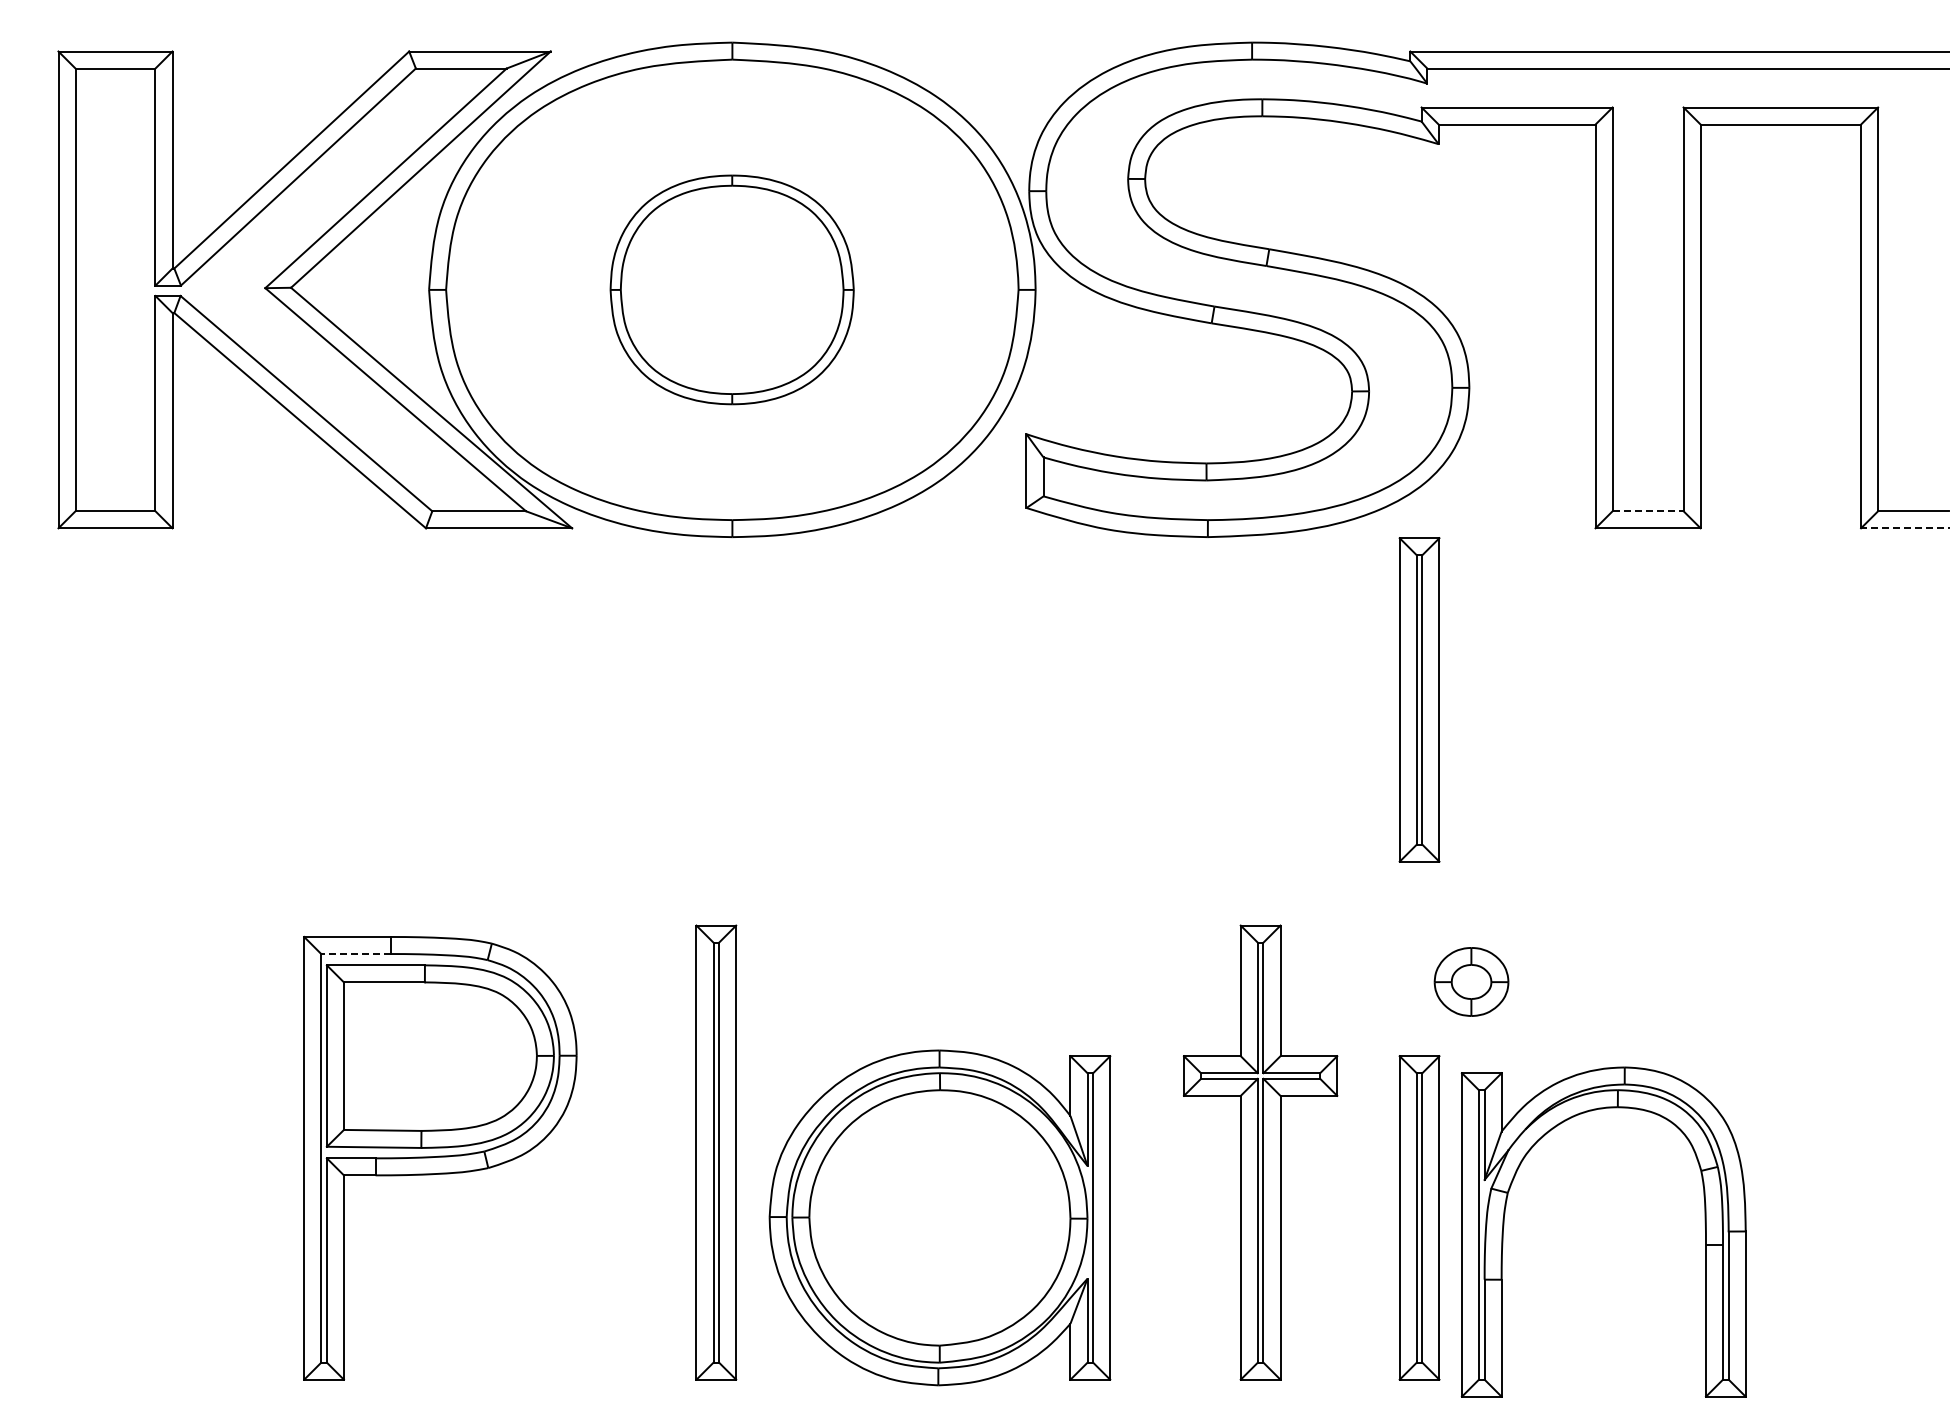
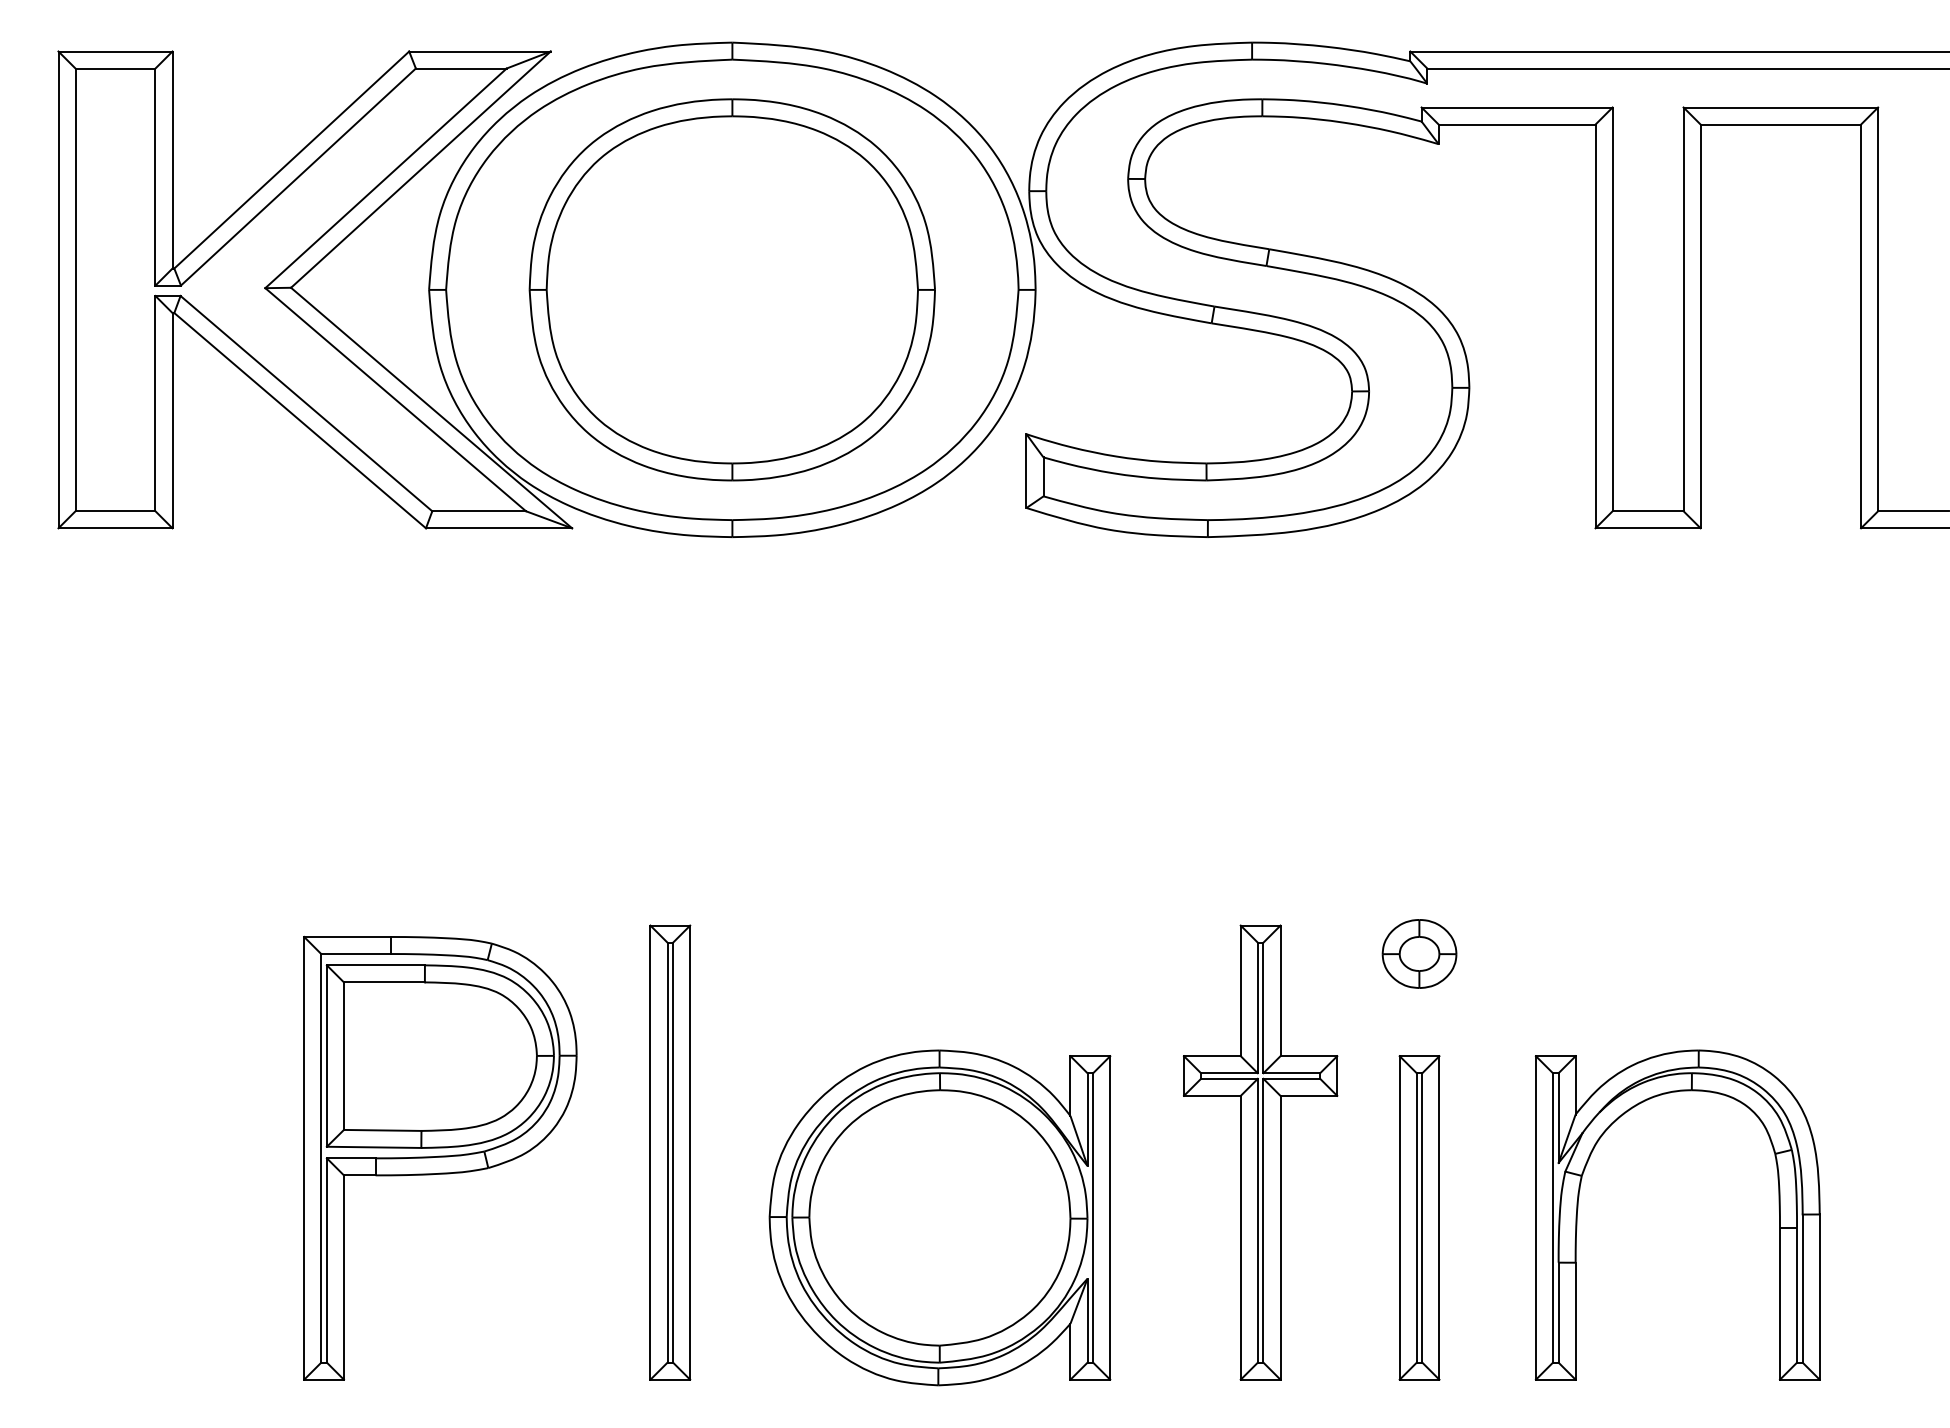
part at (731, 289) size: 246x232 px -> 408x384 px
line at (1648, 511): dashed -> solid
line at (1904, 528): dashed -> solid
part at (1419, 699): present -> none
line at (356, 954): dashed -> solid
part at (1471, 981) position: (1471, 981) -> (1419, 953)
part at (716, 1152) position: (716, 1152) -> (670, 1152)
part at (1504, 1226) position: (1504, 1226) -> (1578, 1209)
